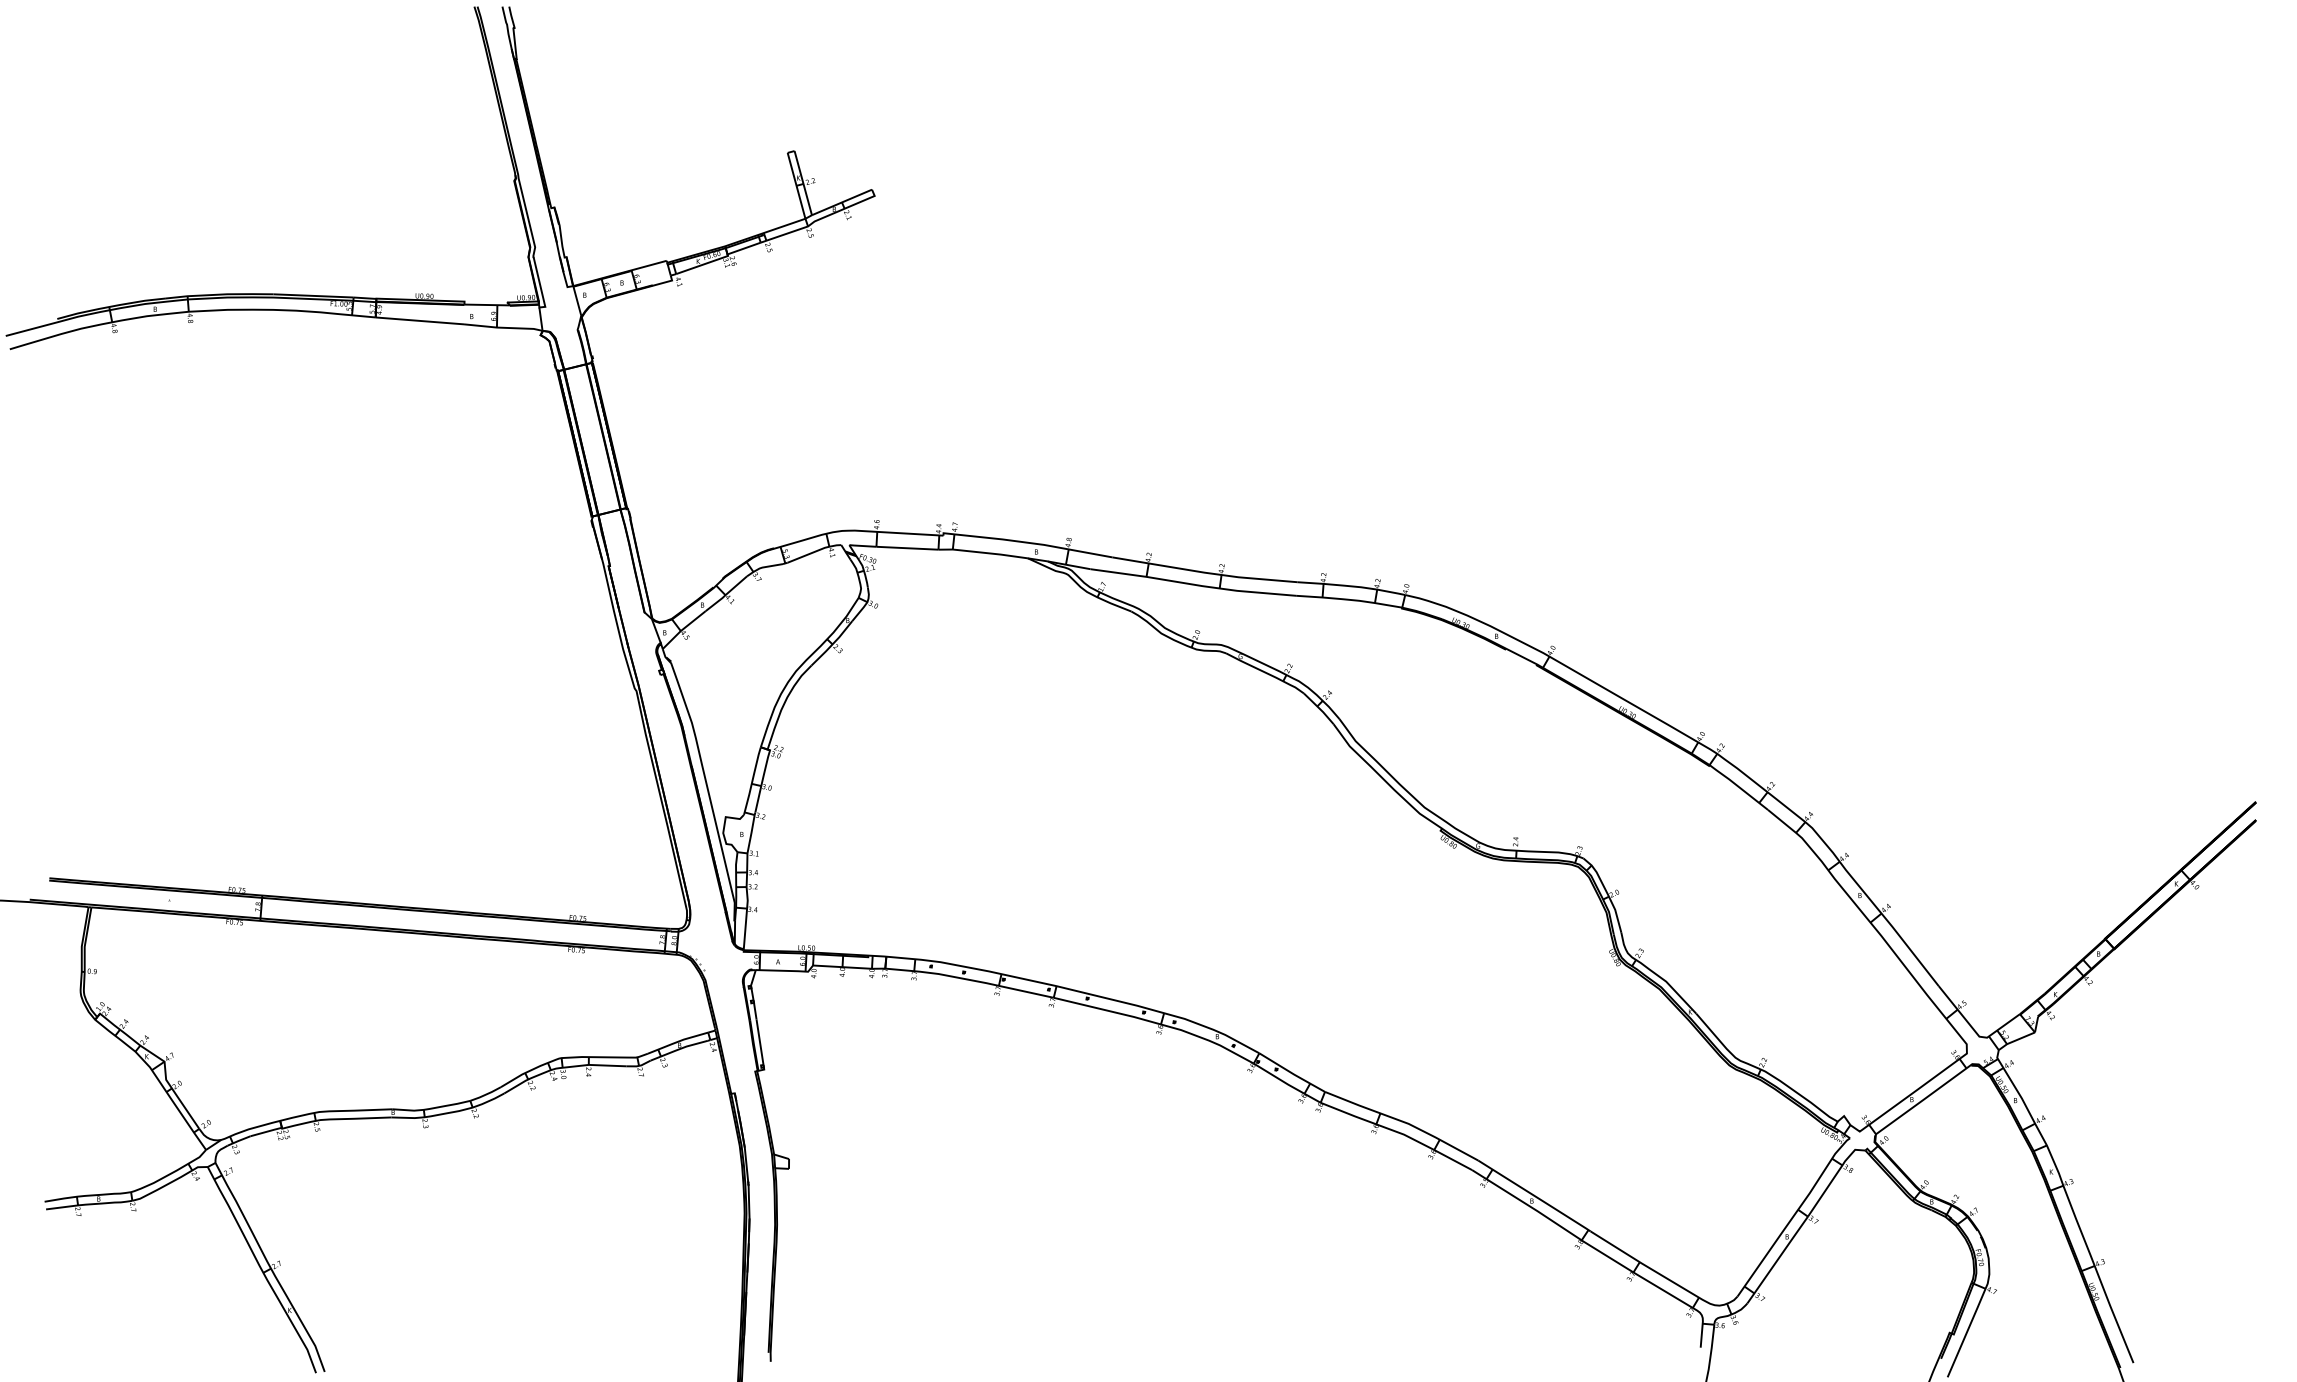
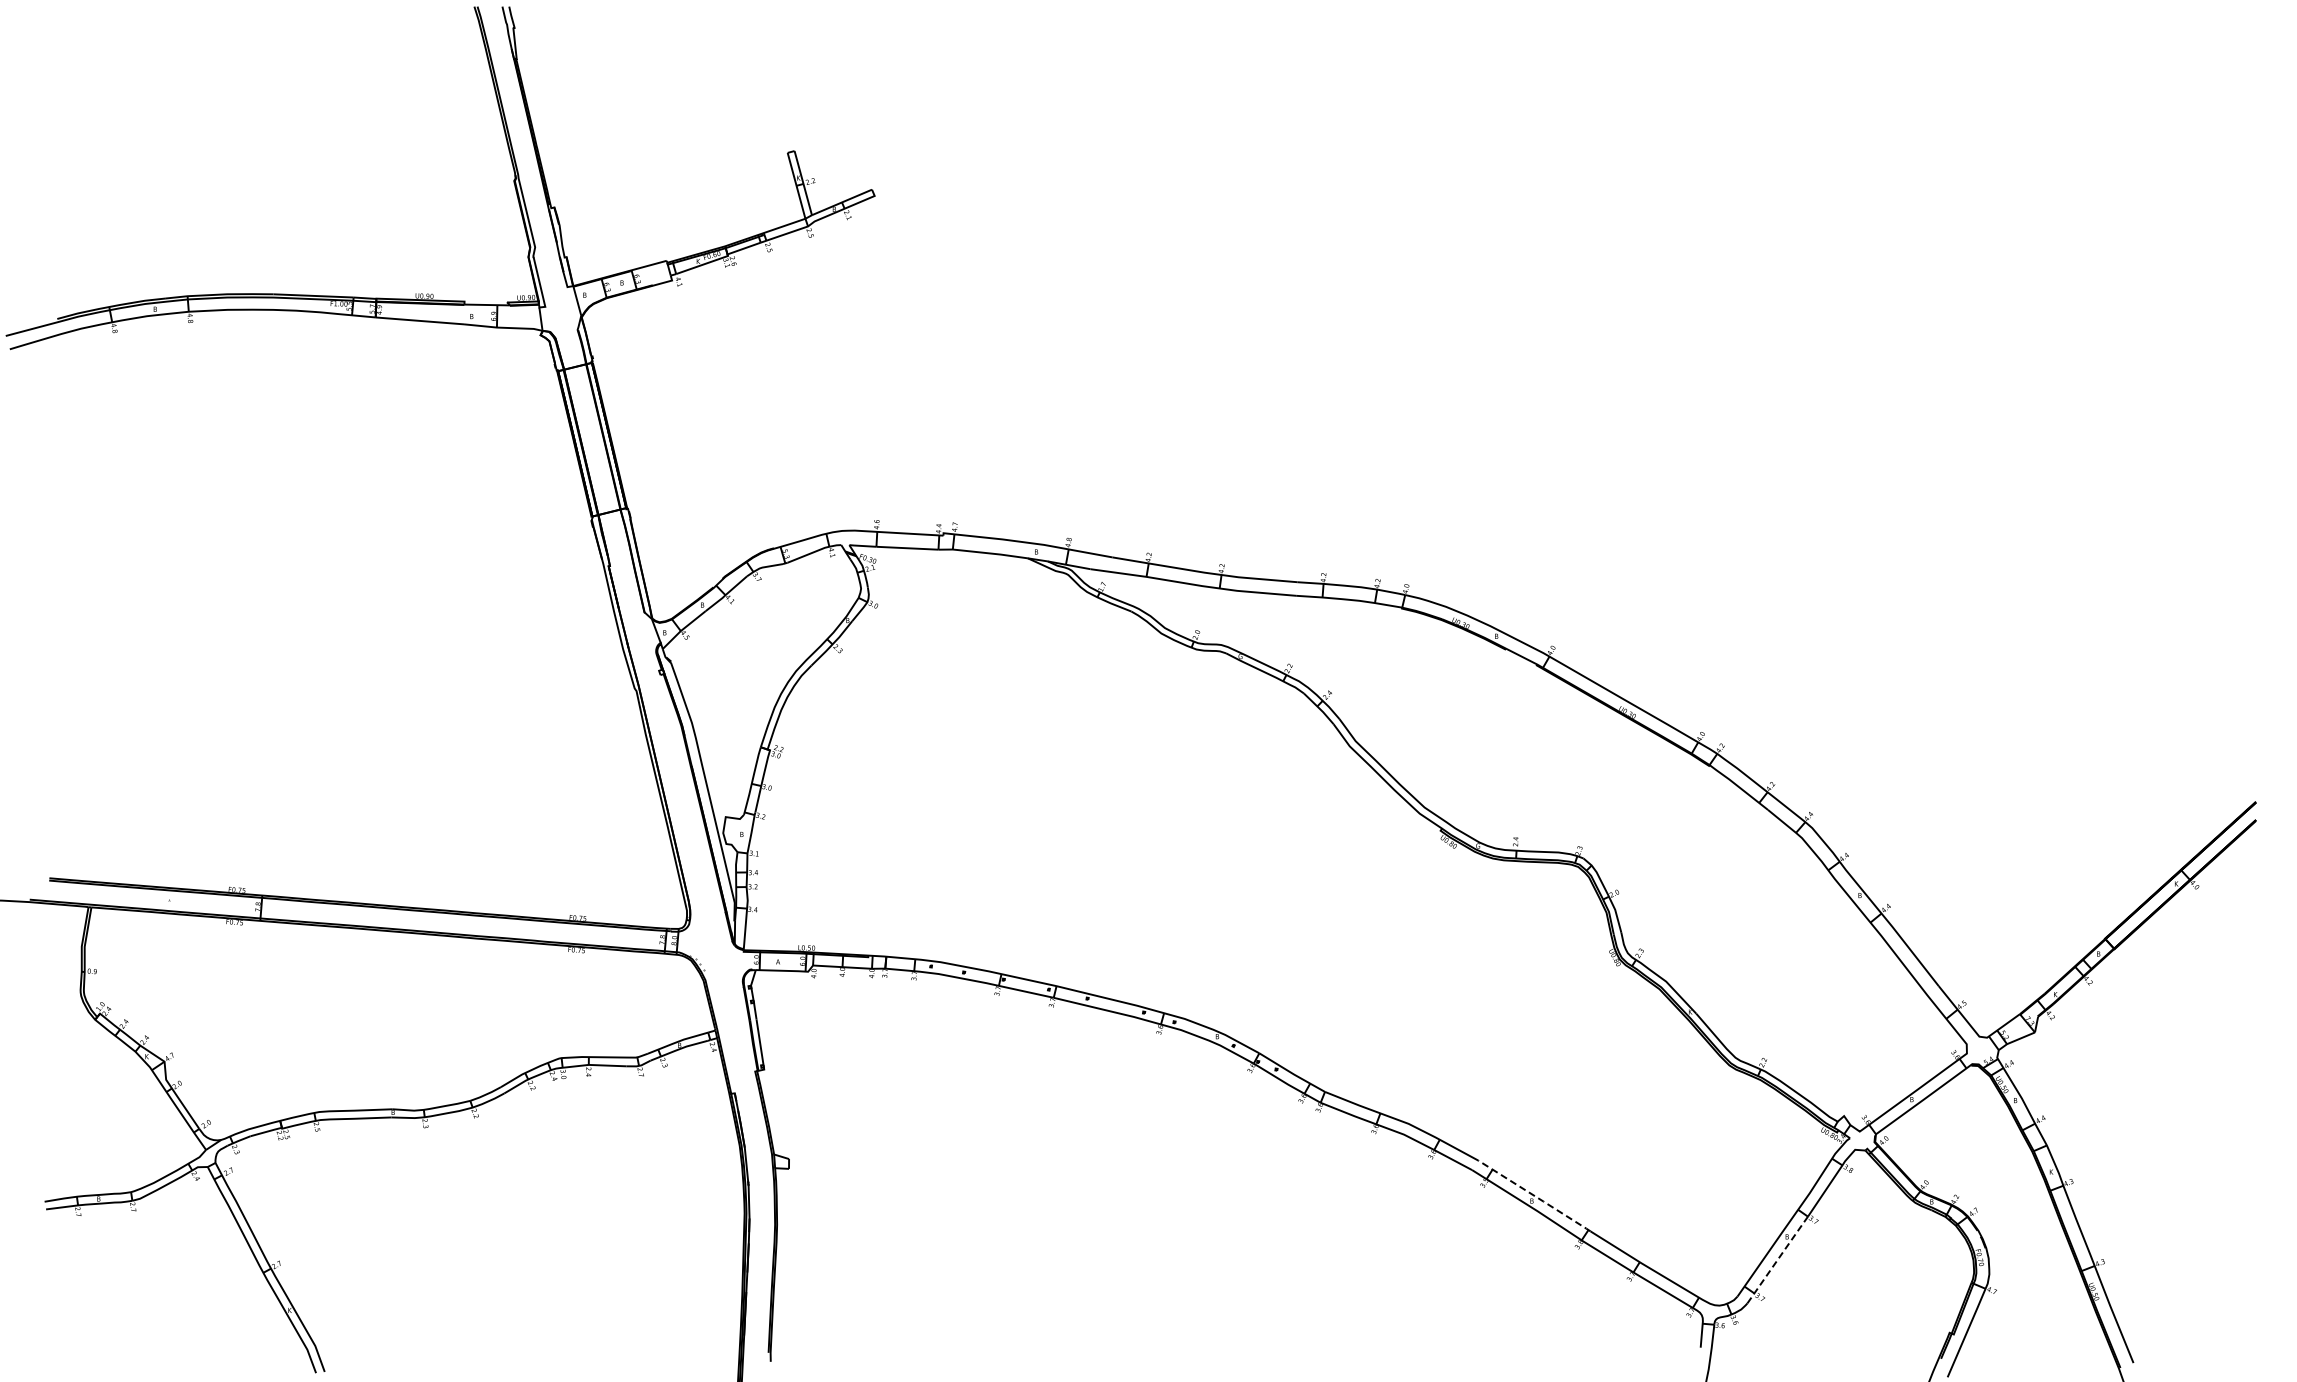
line at (1535, 1196): solid -> dashed
line at (1777, 1259): solid -> dashed
